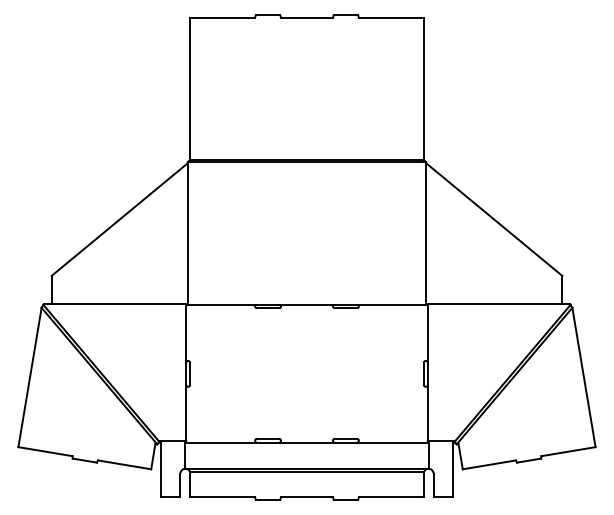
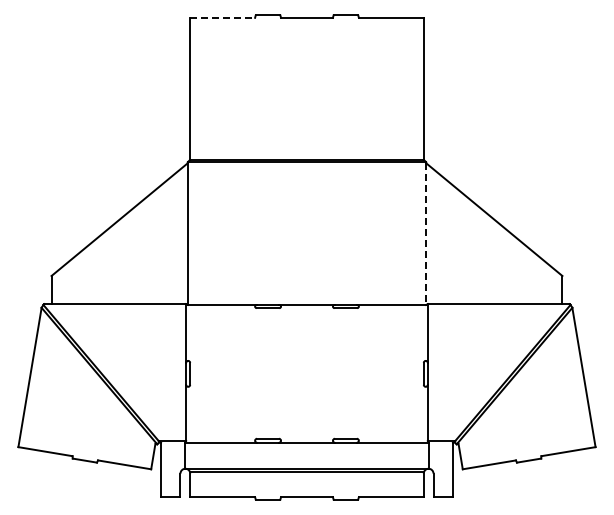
line at (223, 17): solid -> dashed
line at (426, 234): solid -> dashed
